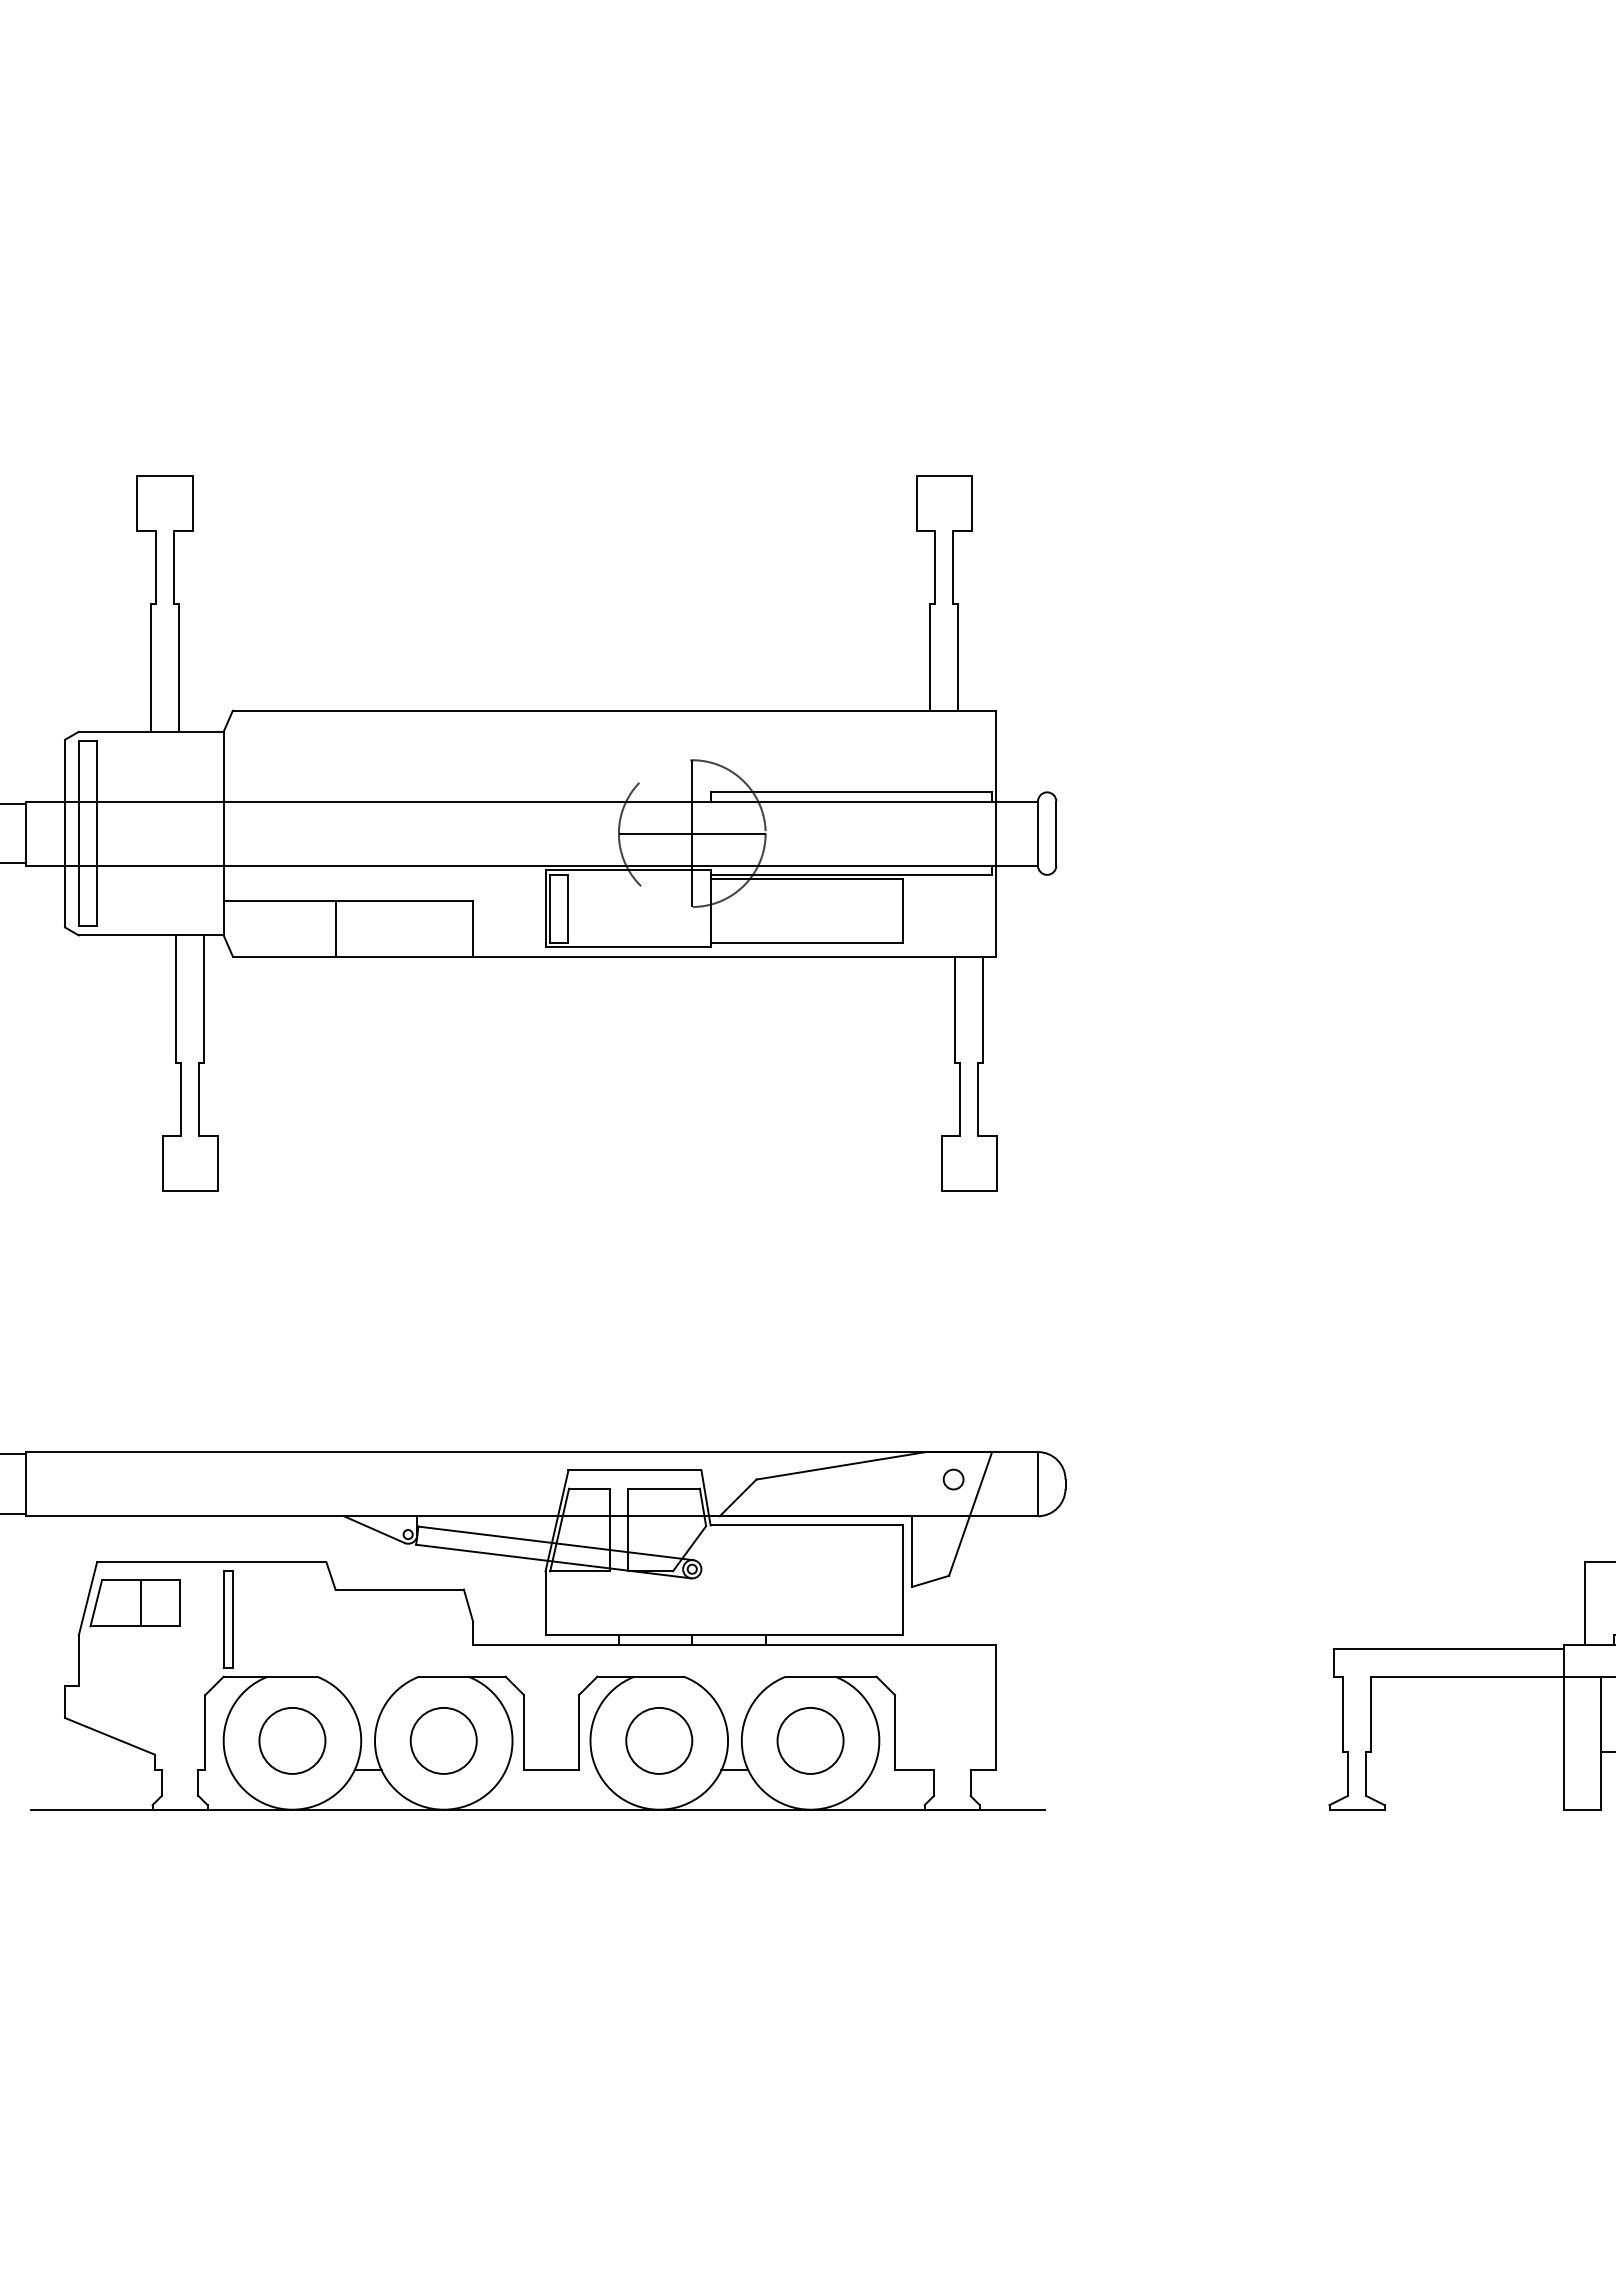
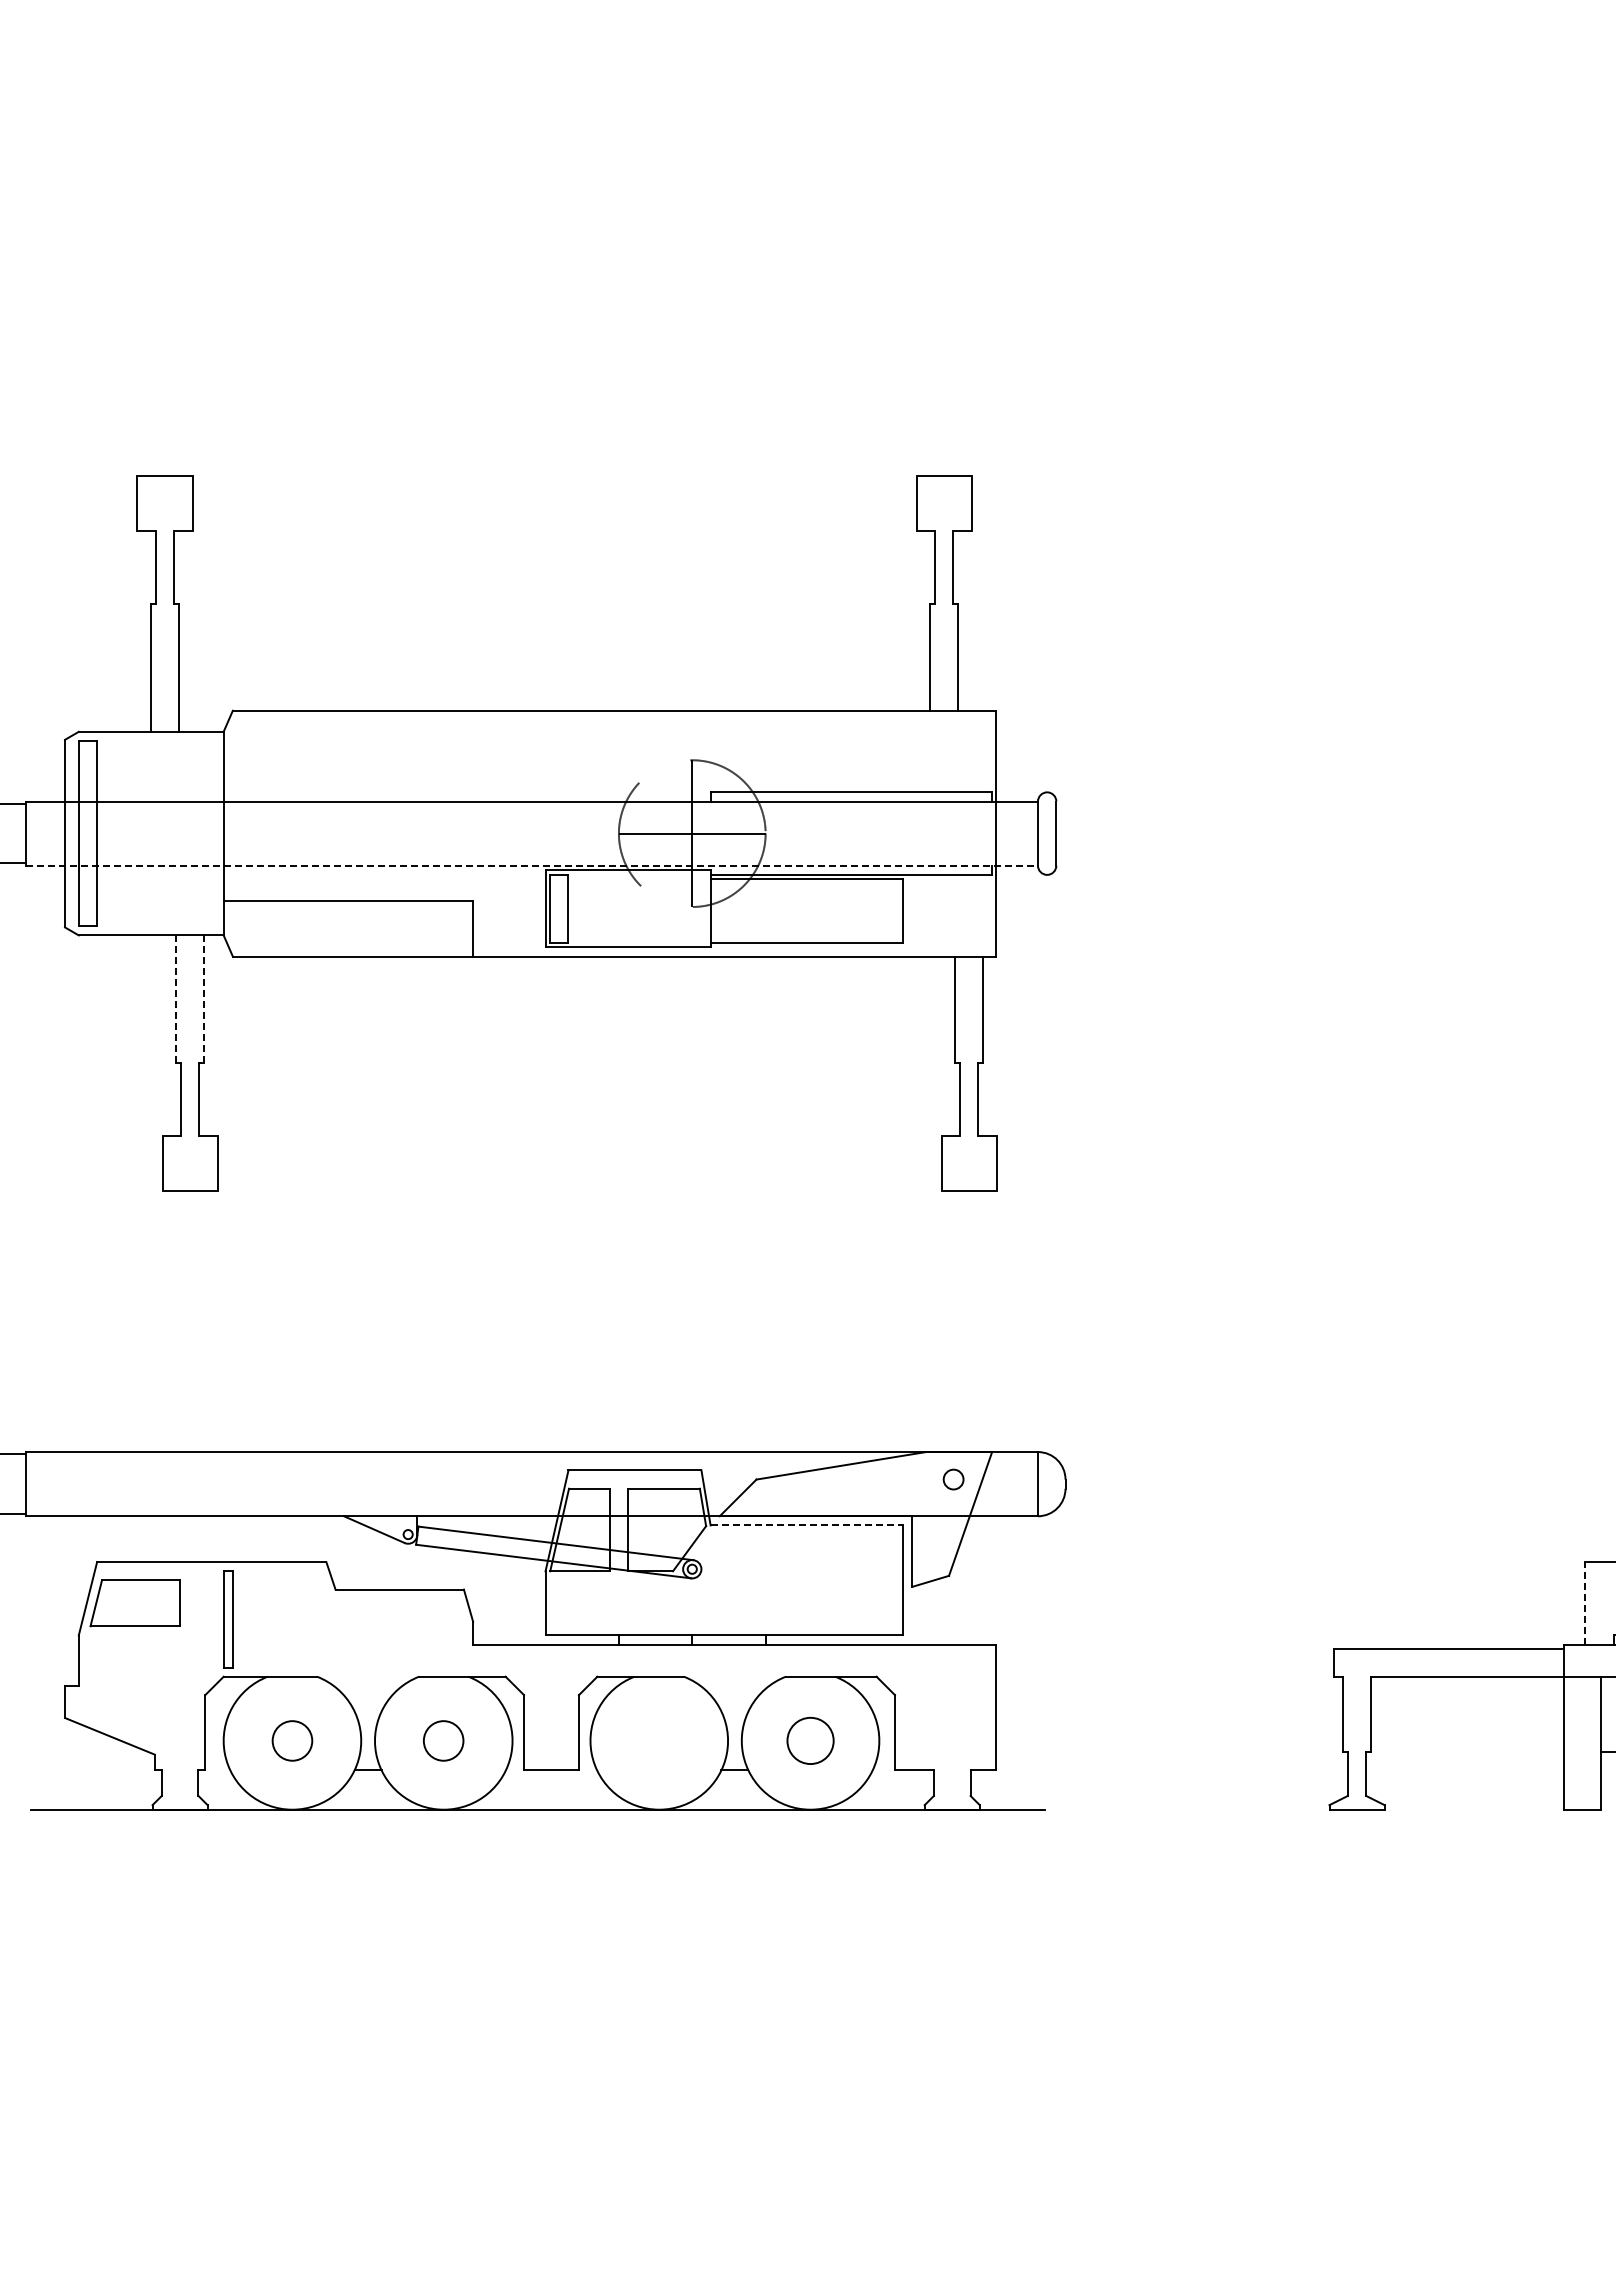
line at (532, 865): solid -> dashed
line at (335, 928): present -> none
line at (176, 999): solid -> dashed
line at (203, 999): solid -> dashed
line at (807, 1525): solid -> dashed
line at (1585, 1602): solid -> dashed
line at (141, 1603): present -> none
circle at (292, 1740) size: 69x68 px -> 43x42 px
circle at (443, 1740) size: 69x68 px -> 42x42 px
circle at (659, 1740): present -> none
circle at (810, 1740) diameter: 66 px -> 46 px
